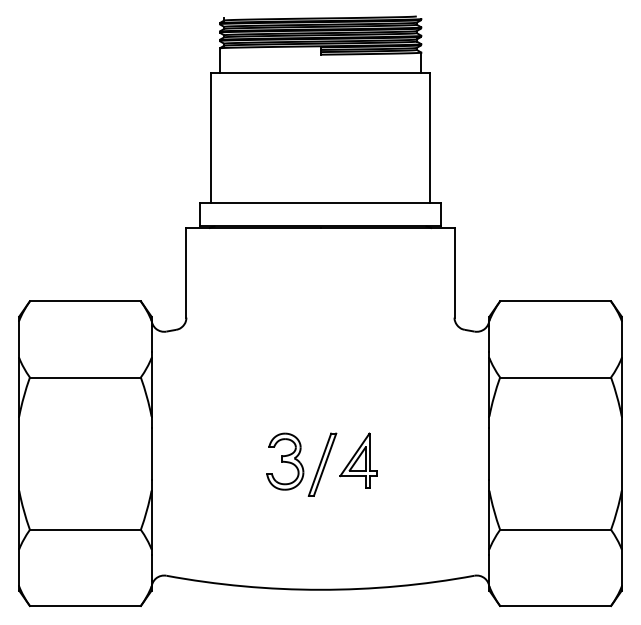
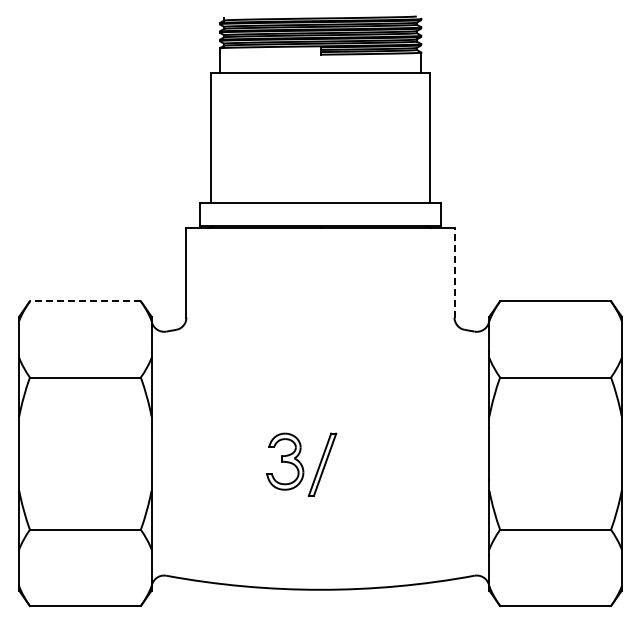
line at (454, 273): solid -> dashed
line at (84, 301): solid -> dashed
part at (358, 460): present -> none
